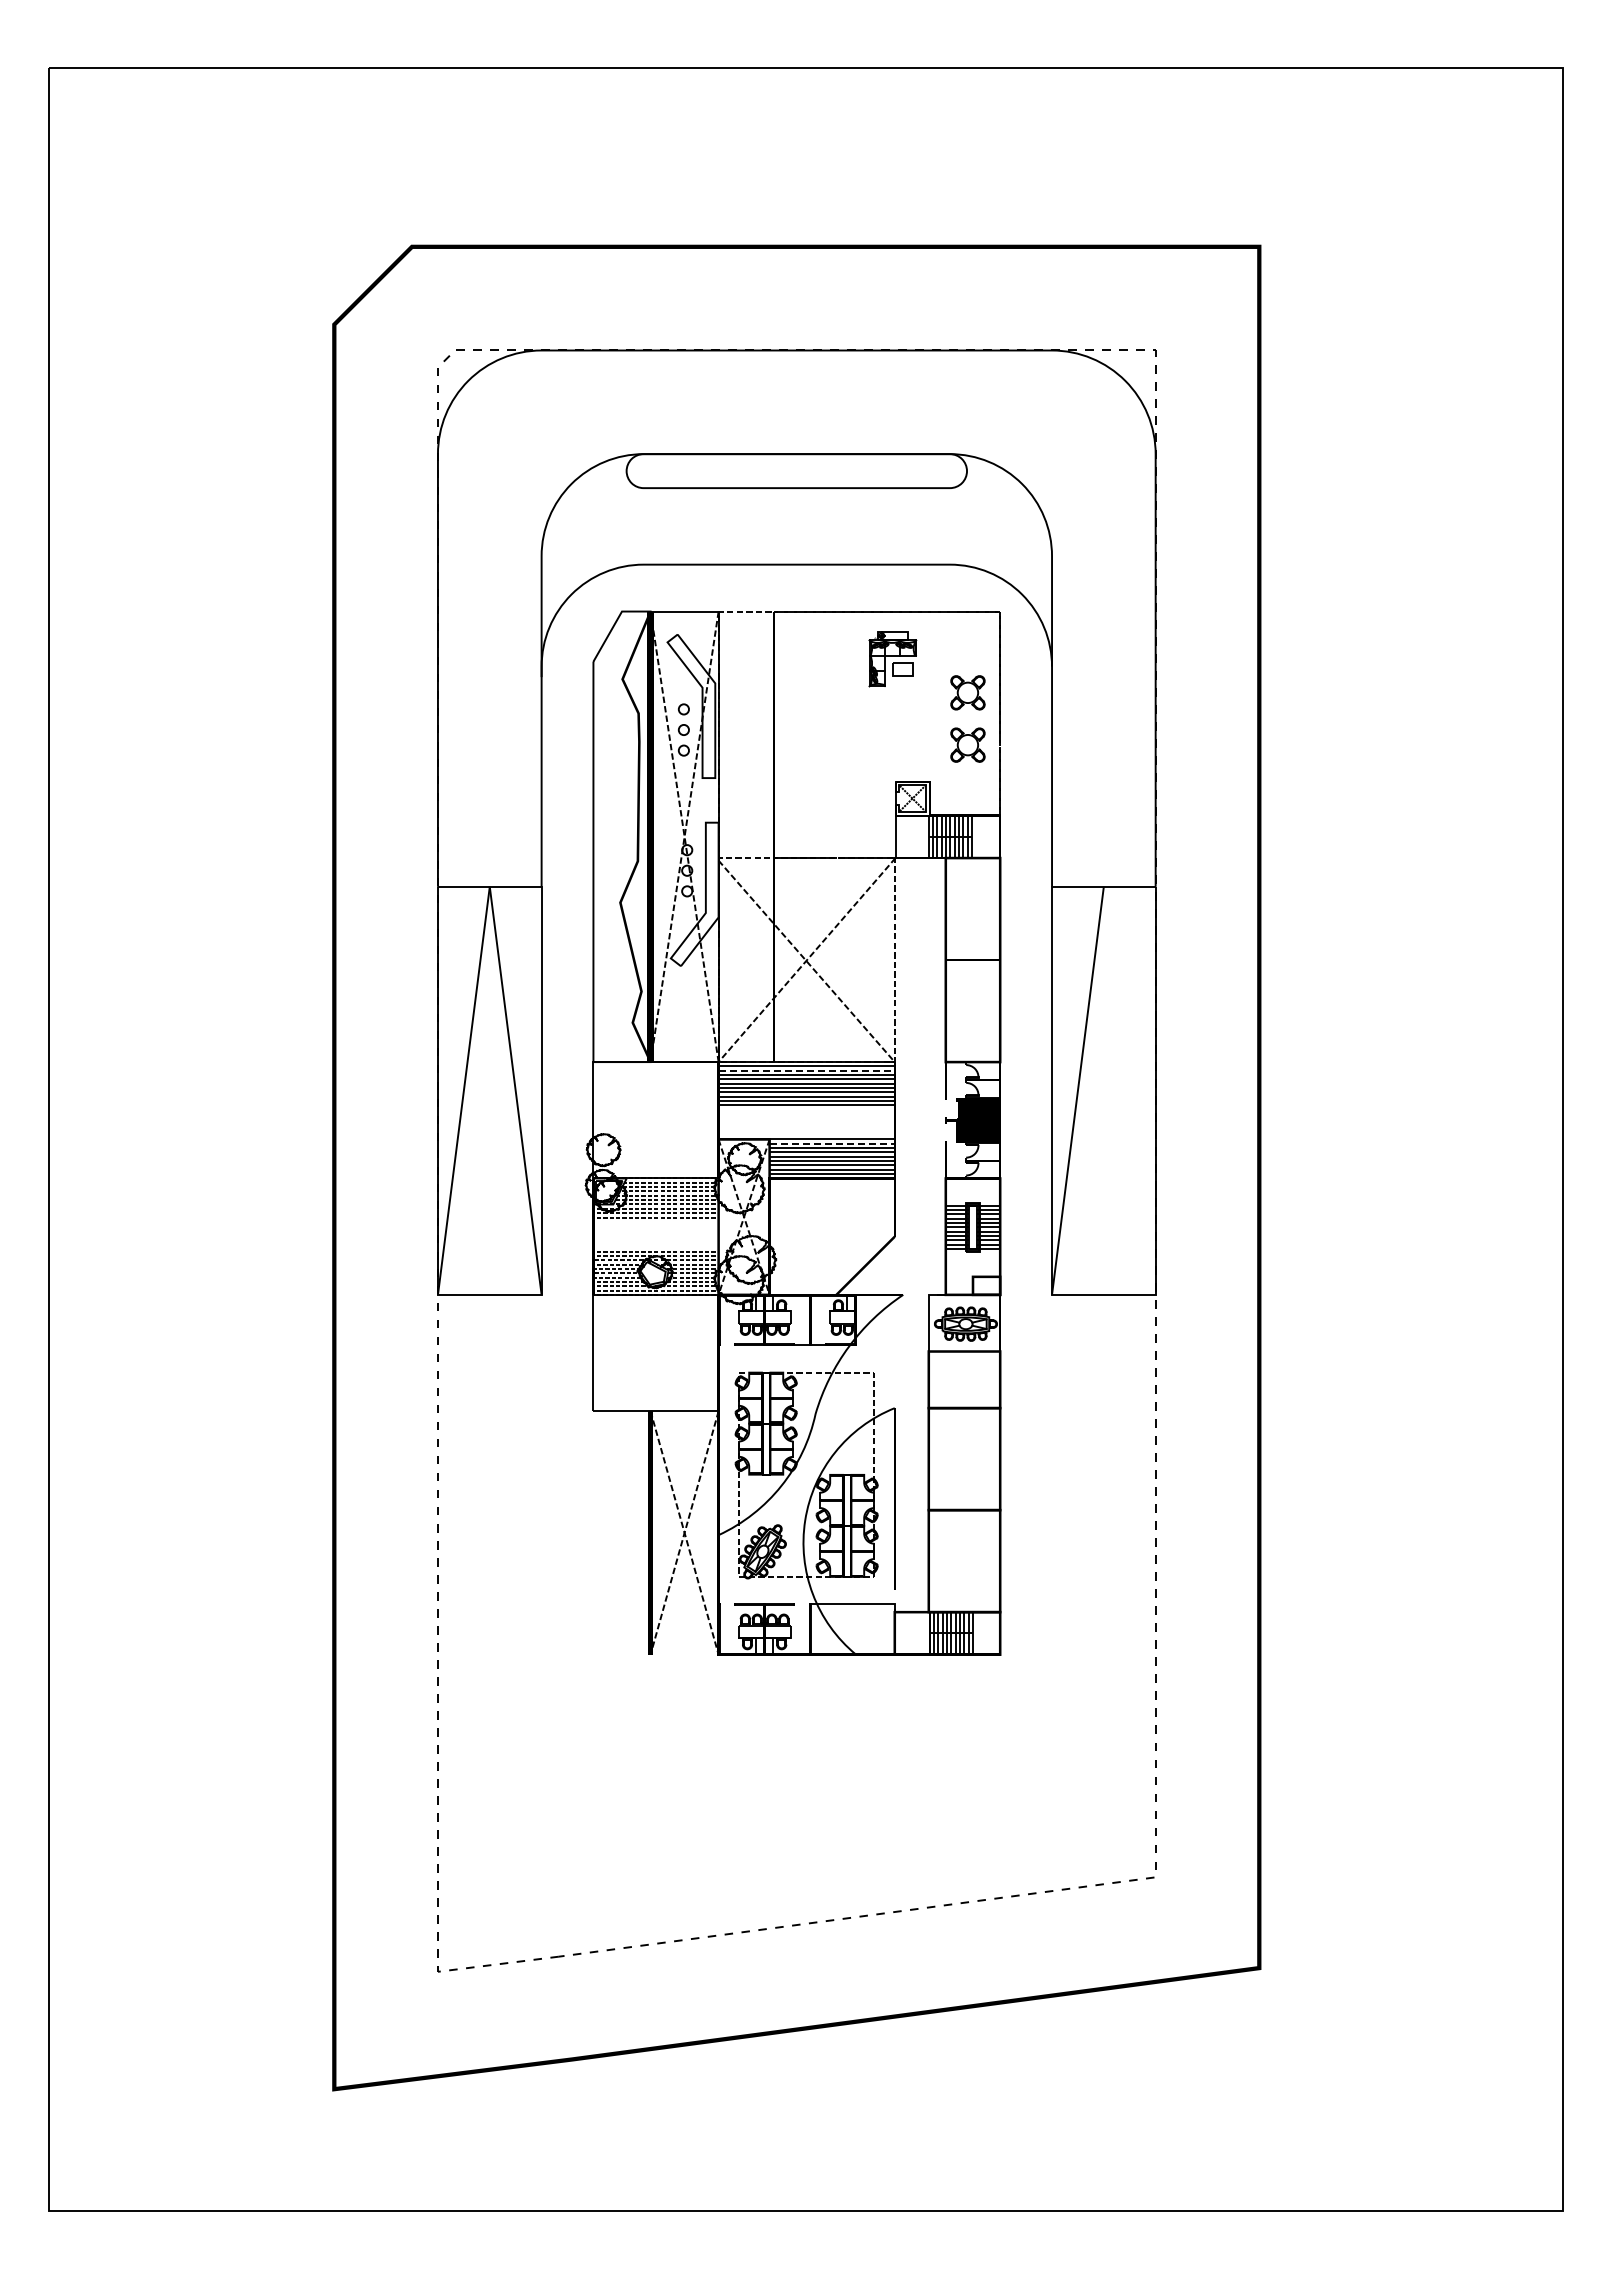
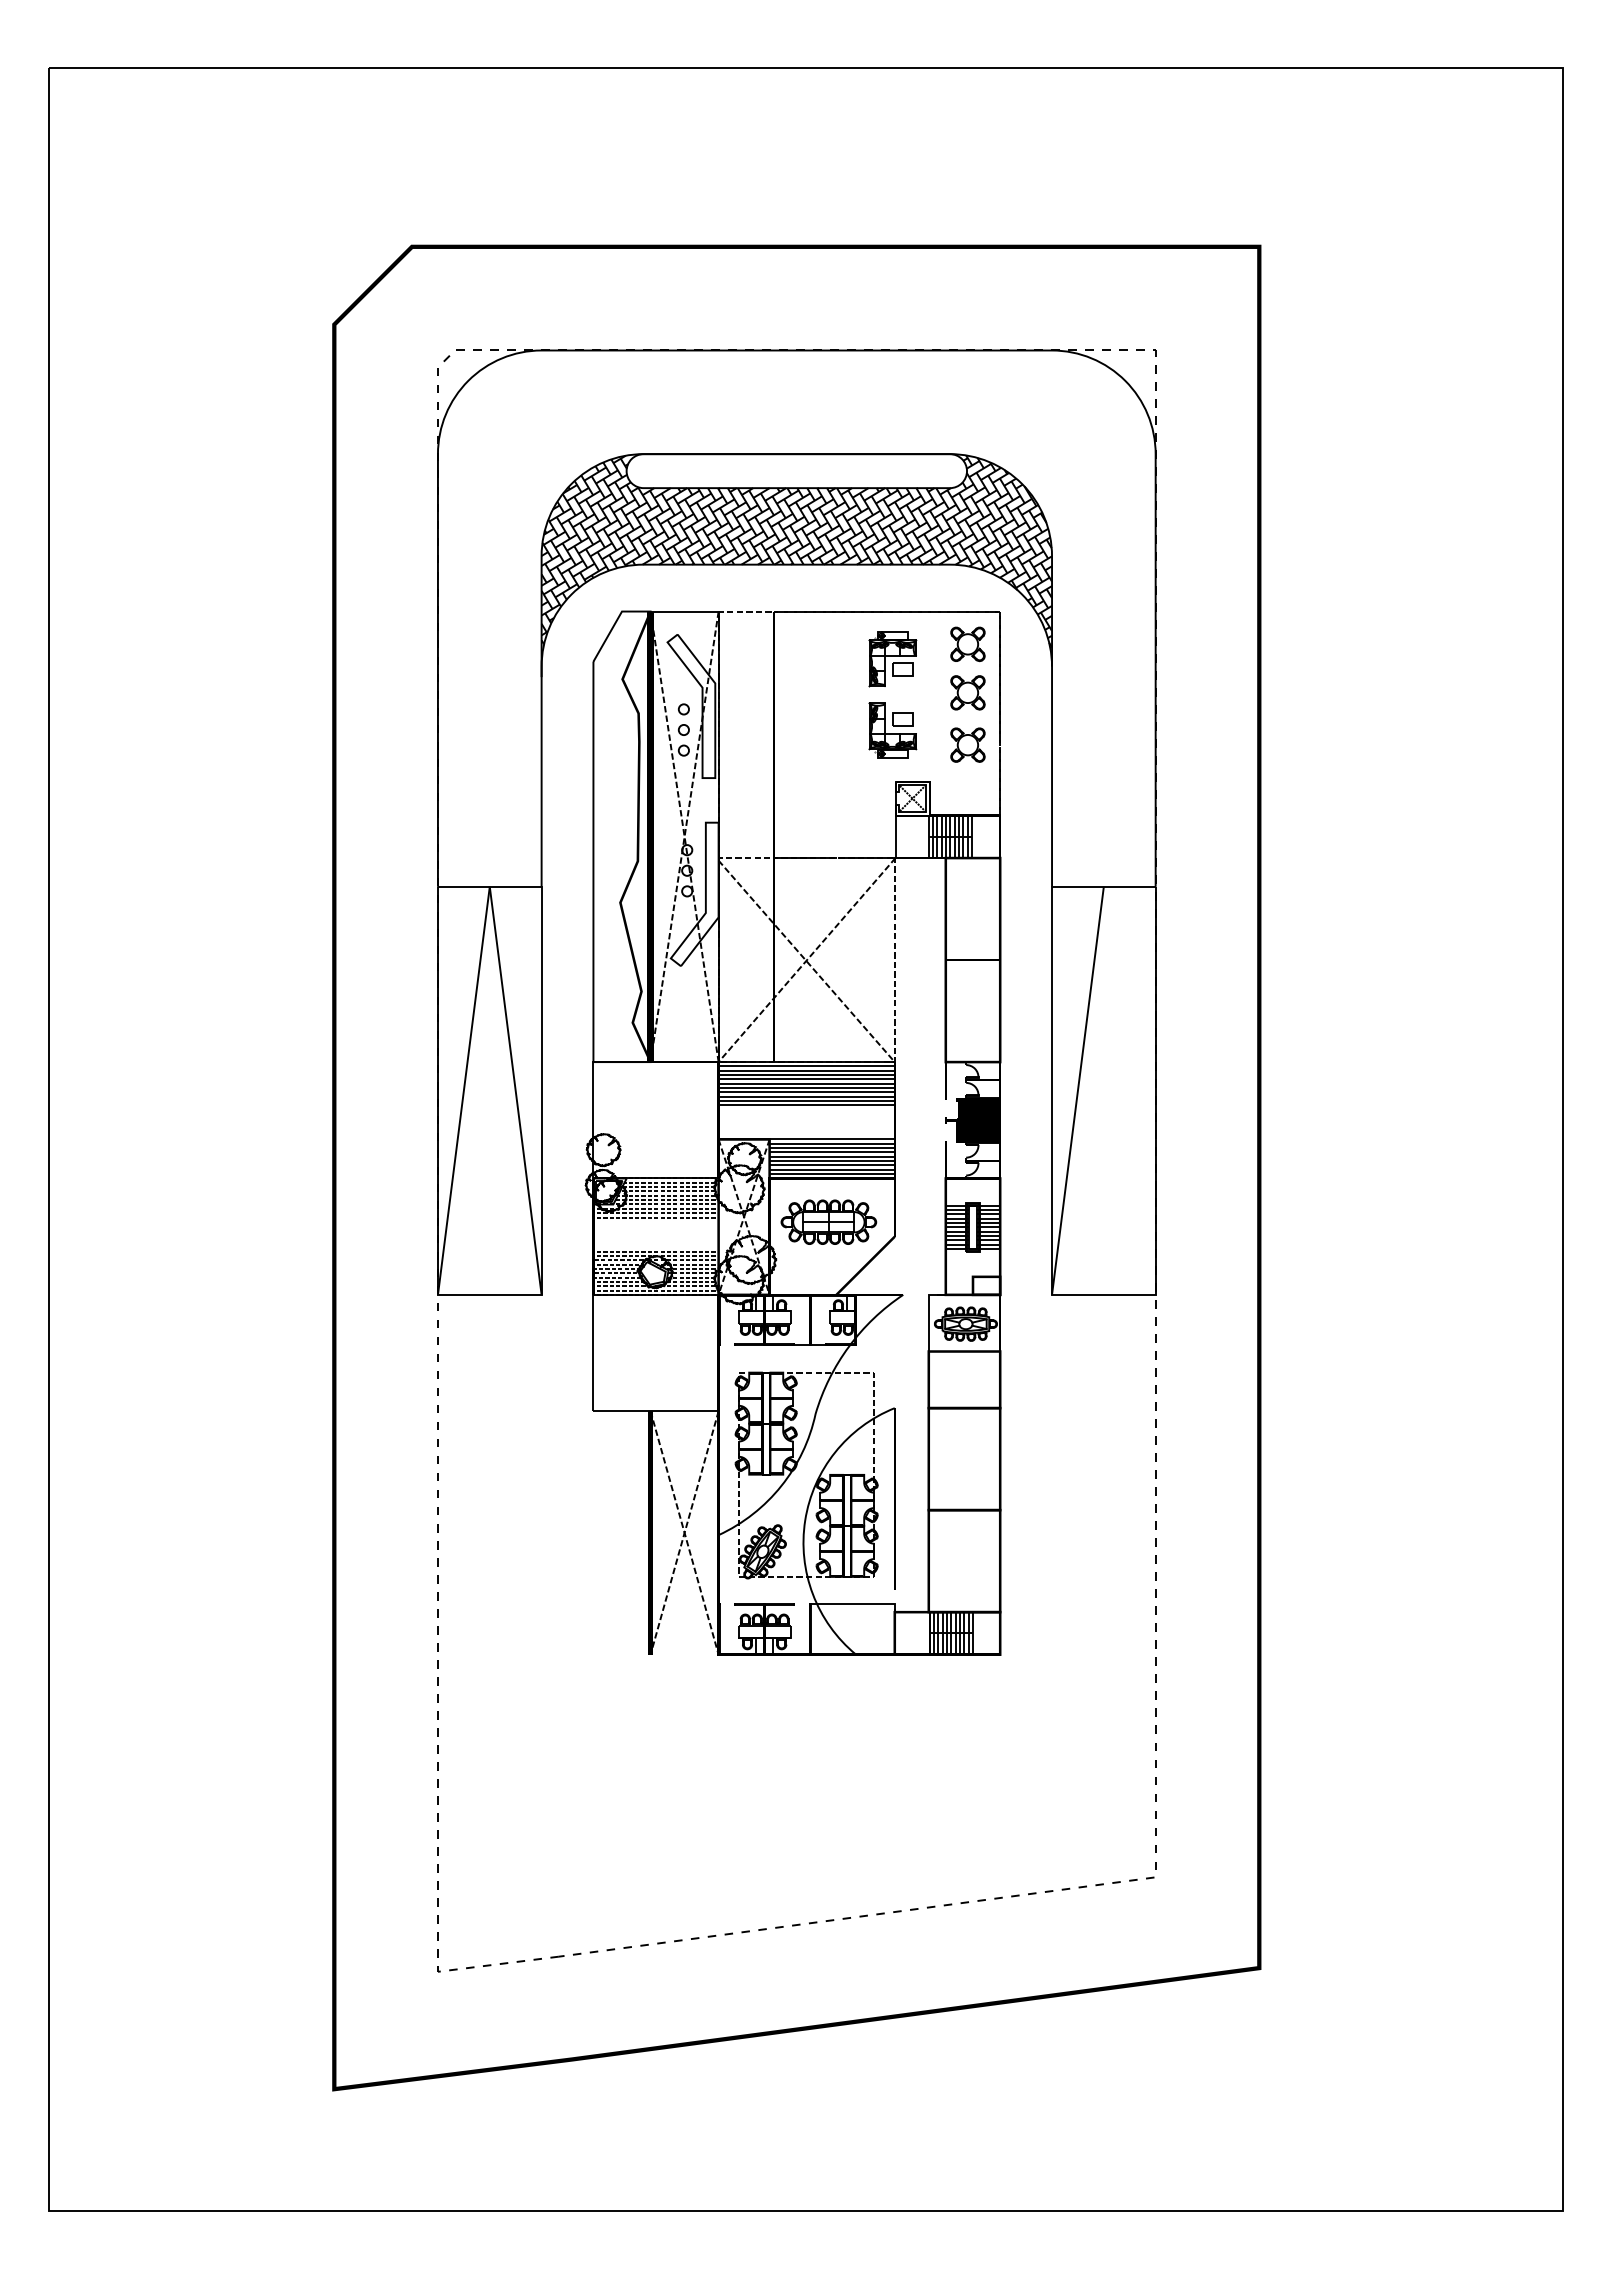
hatch at (796, 559): none -> present
part at (967, 644): none -> present
part at (892, 730): none -> present
line at (807, 1070): dashed -> solid
line at (832, 1143): dashed -> solid
part at (828, 1221): none -> present
